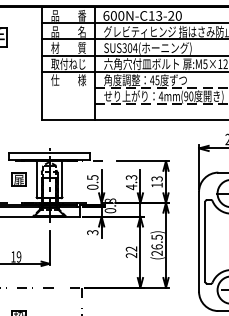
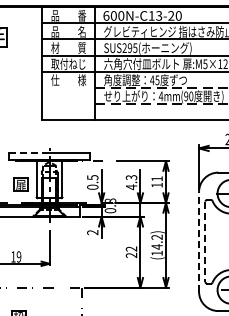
text at (129, 48): SUS304( -> SUS295(
line at (29, 153): solid -> dashed
text at (156, 178): 13 -> 11
part at (18, 179) position: (18, 179) -> (20, 184)
text at (92, 232): 3 -> 2
line at (199, 241): solid -> dashed
line at (205, 242): solid -> dashed
text at (156, 244): (26.5) -> (14.2)
